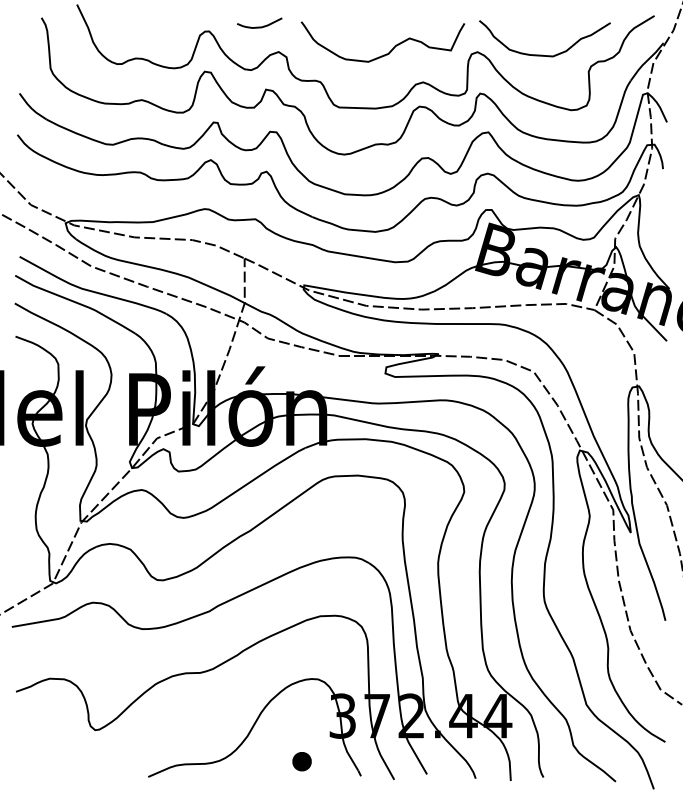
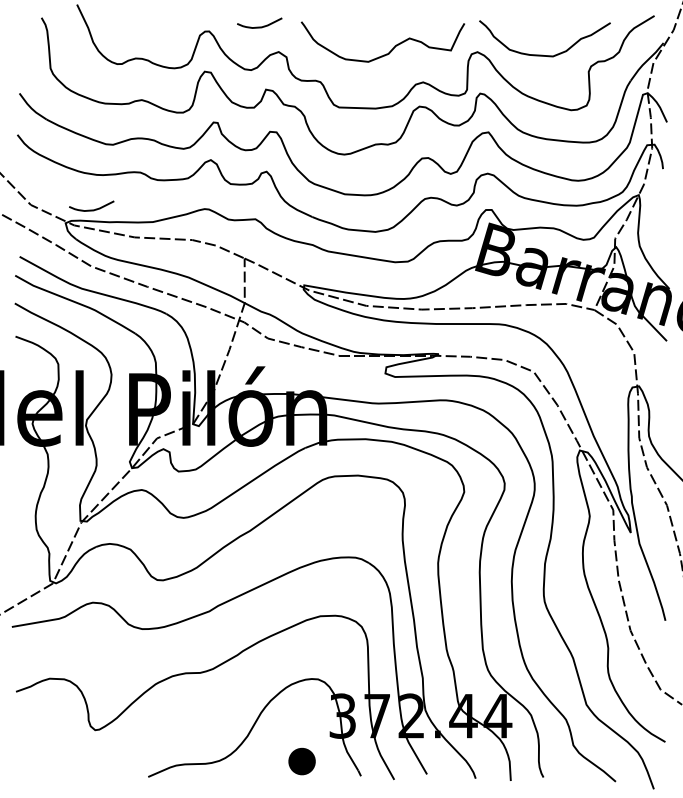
curve at (91, 209): none -> present
part at (301, 761) size: 20x20 px -> 28x29 px
